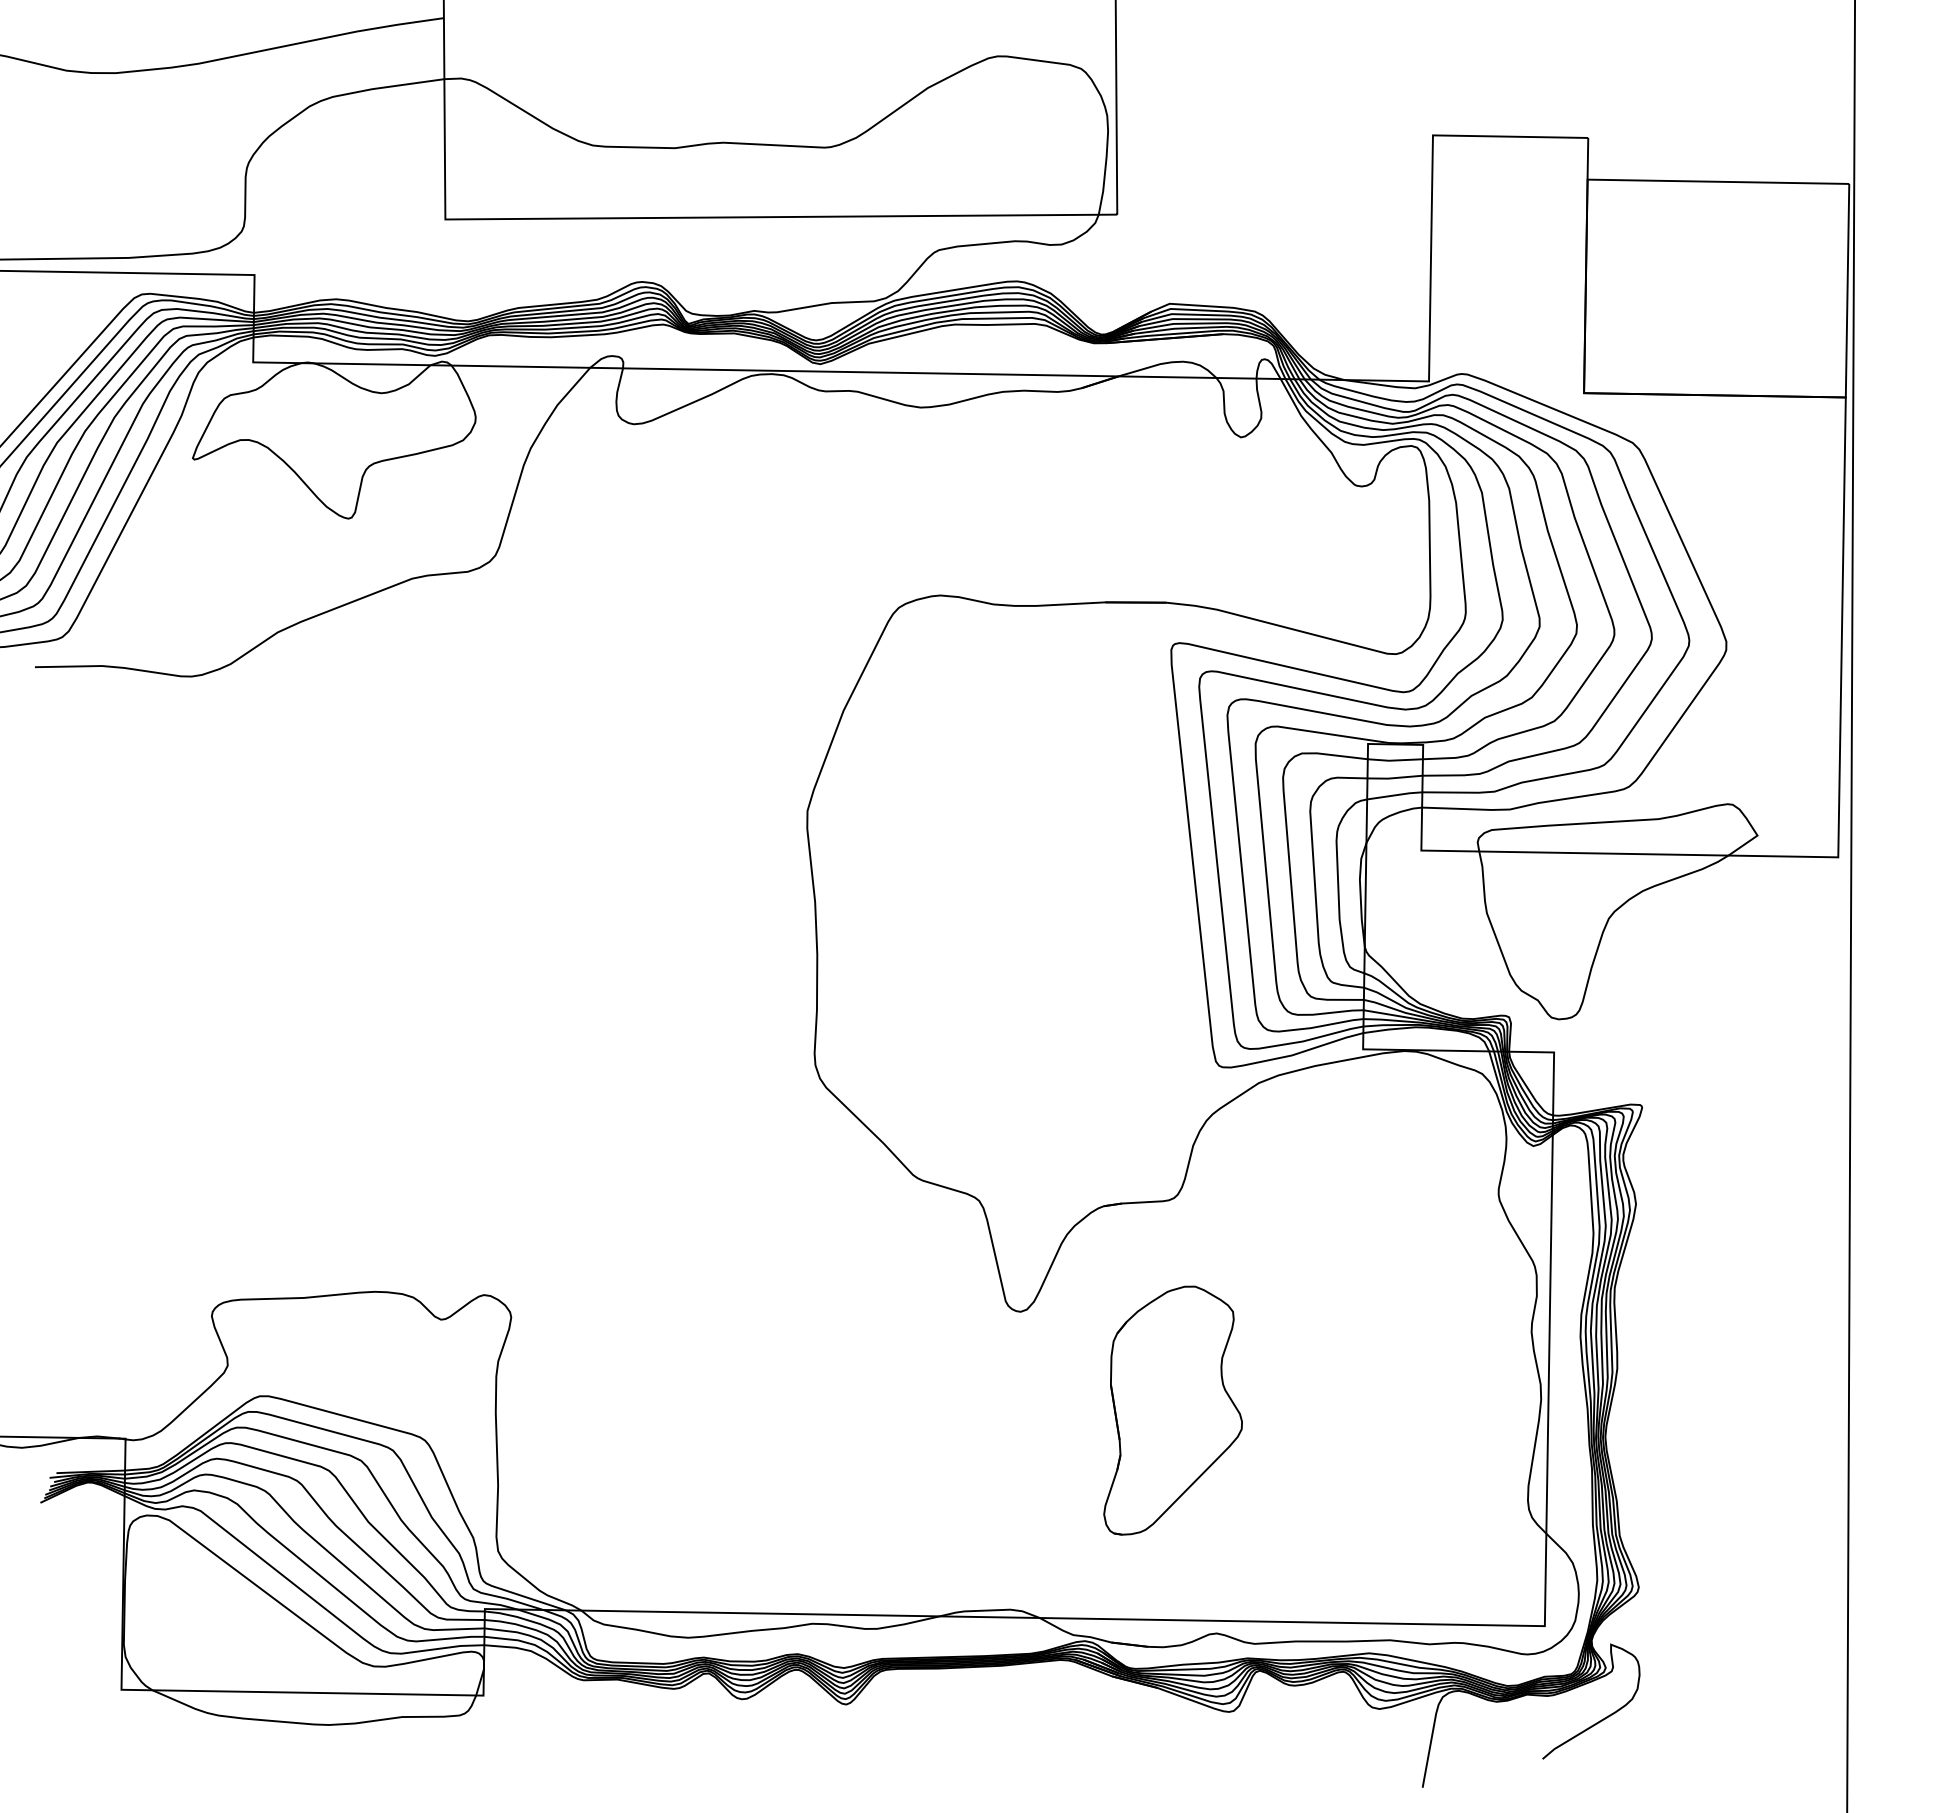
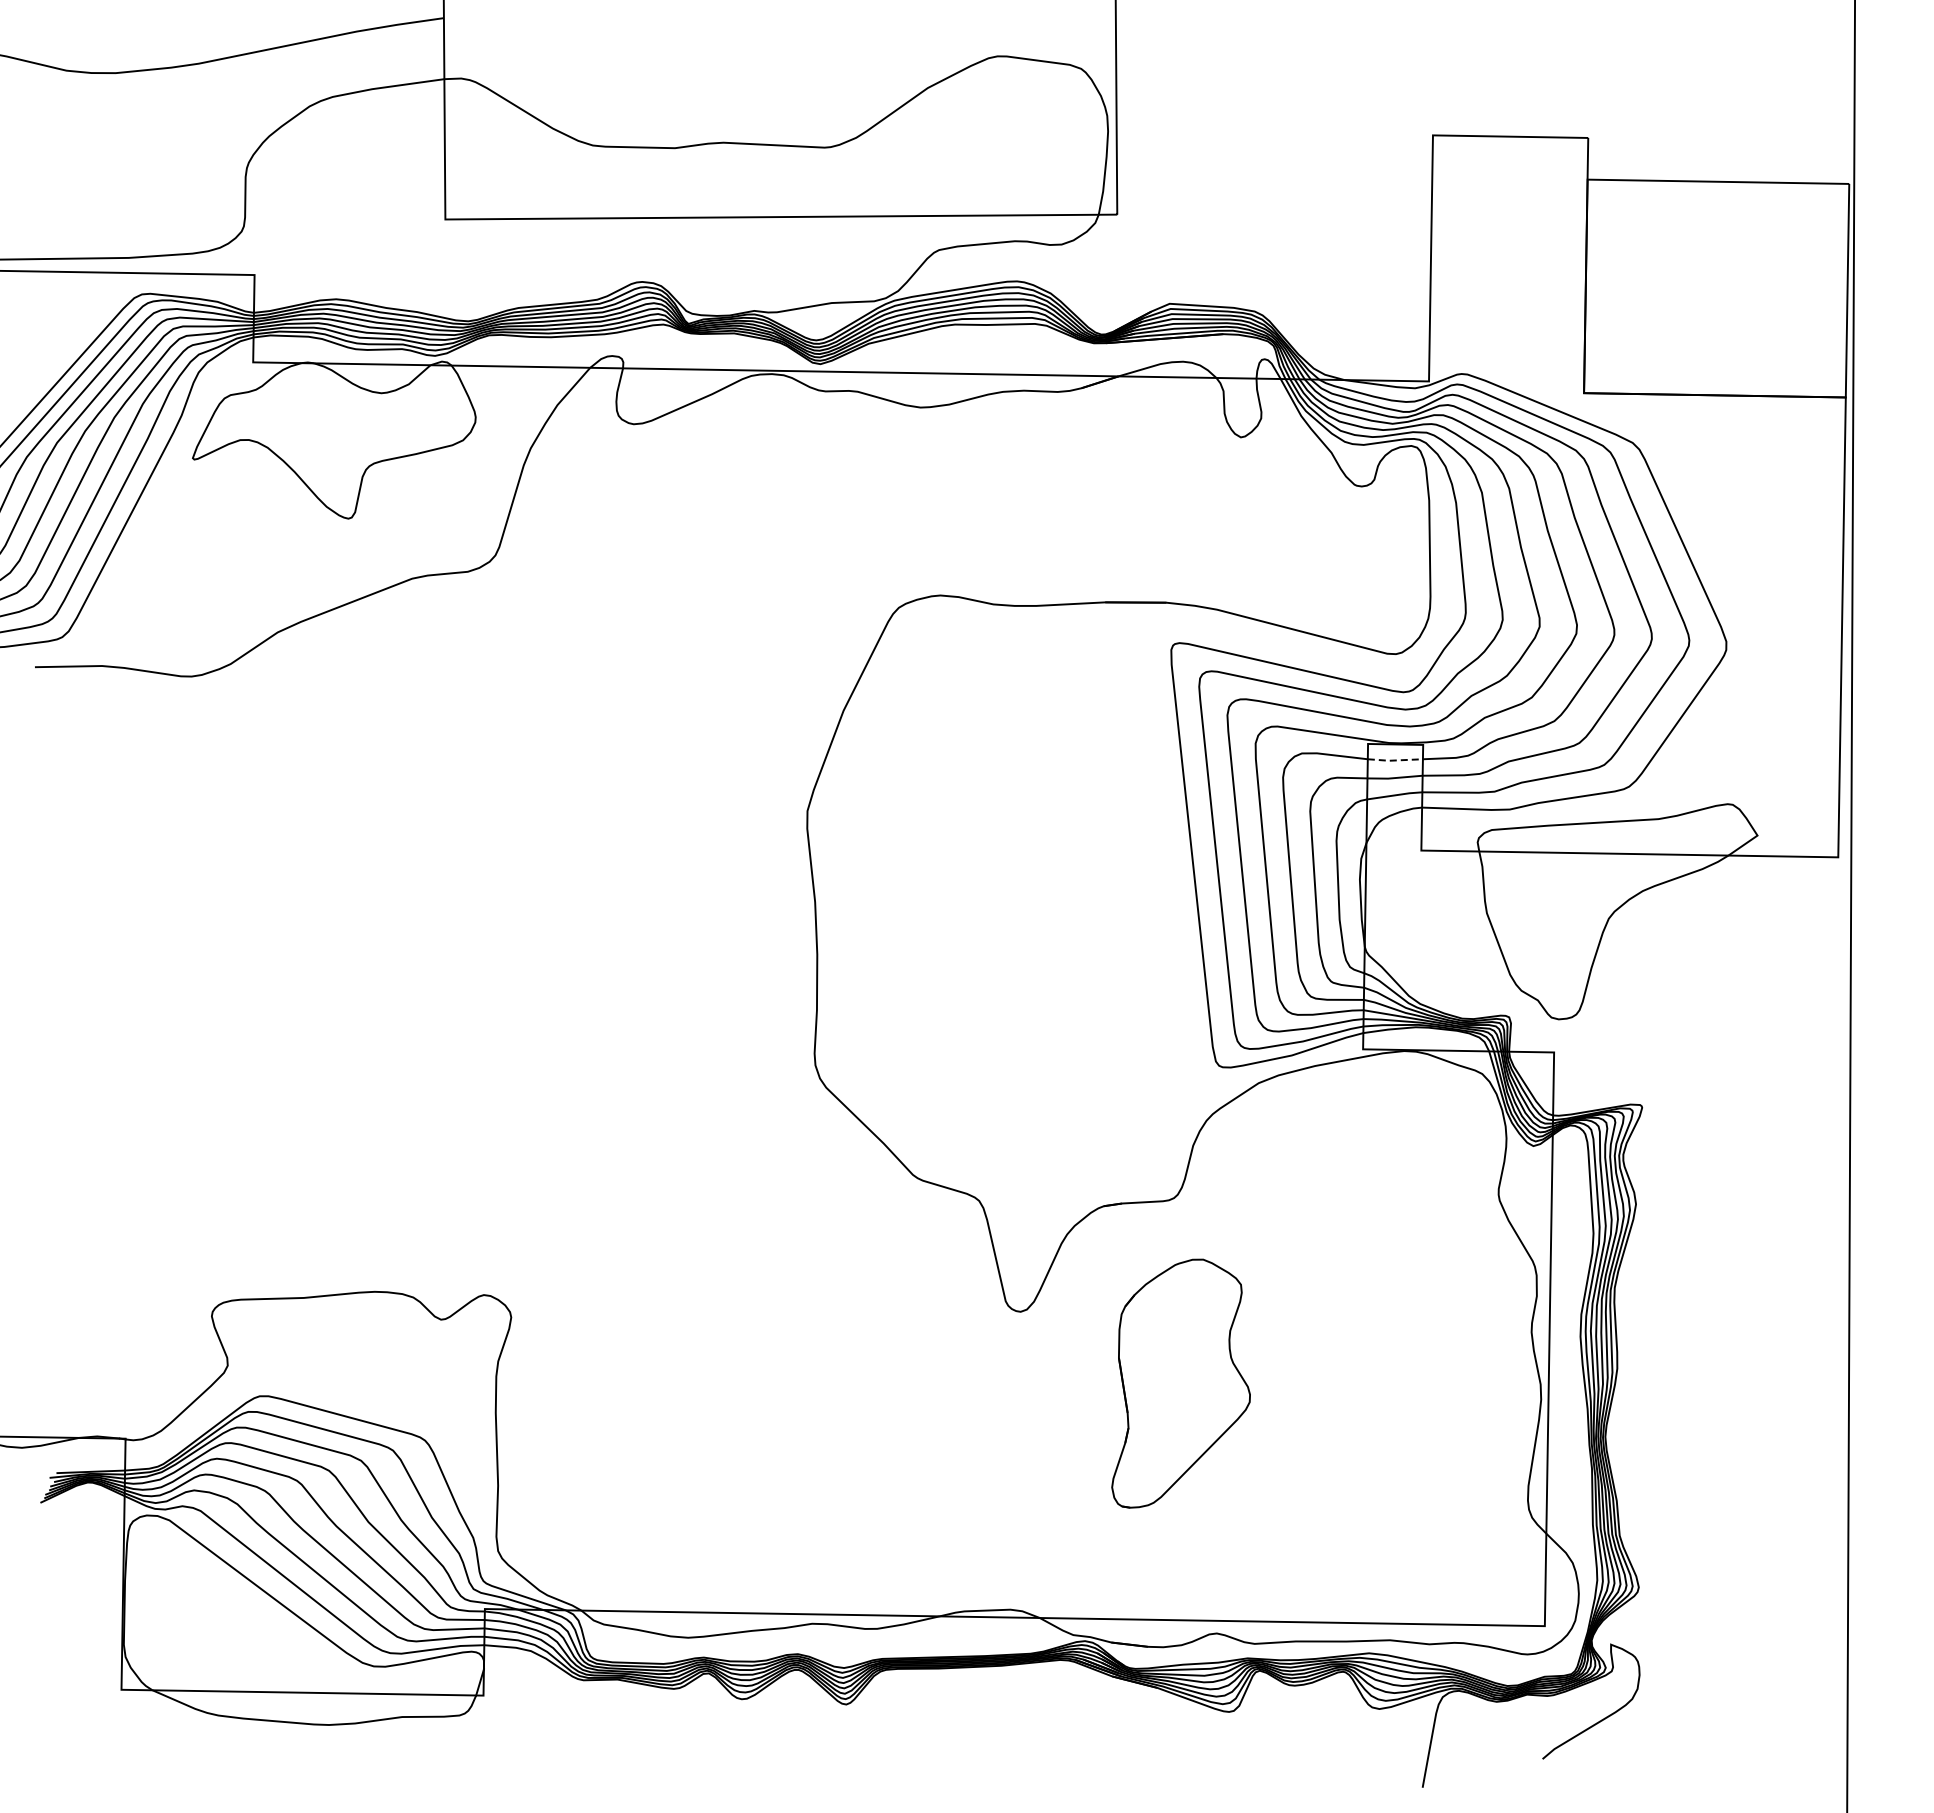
line at (1395, 760): solid -> dashed
part at (1172, 1410) position: (1172, 1410) -> (1180, 1383)
